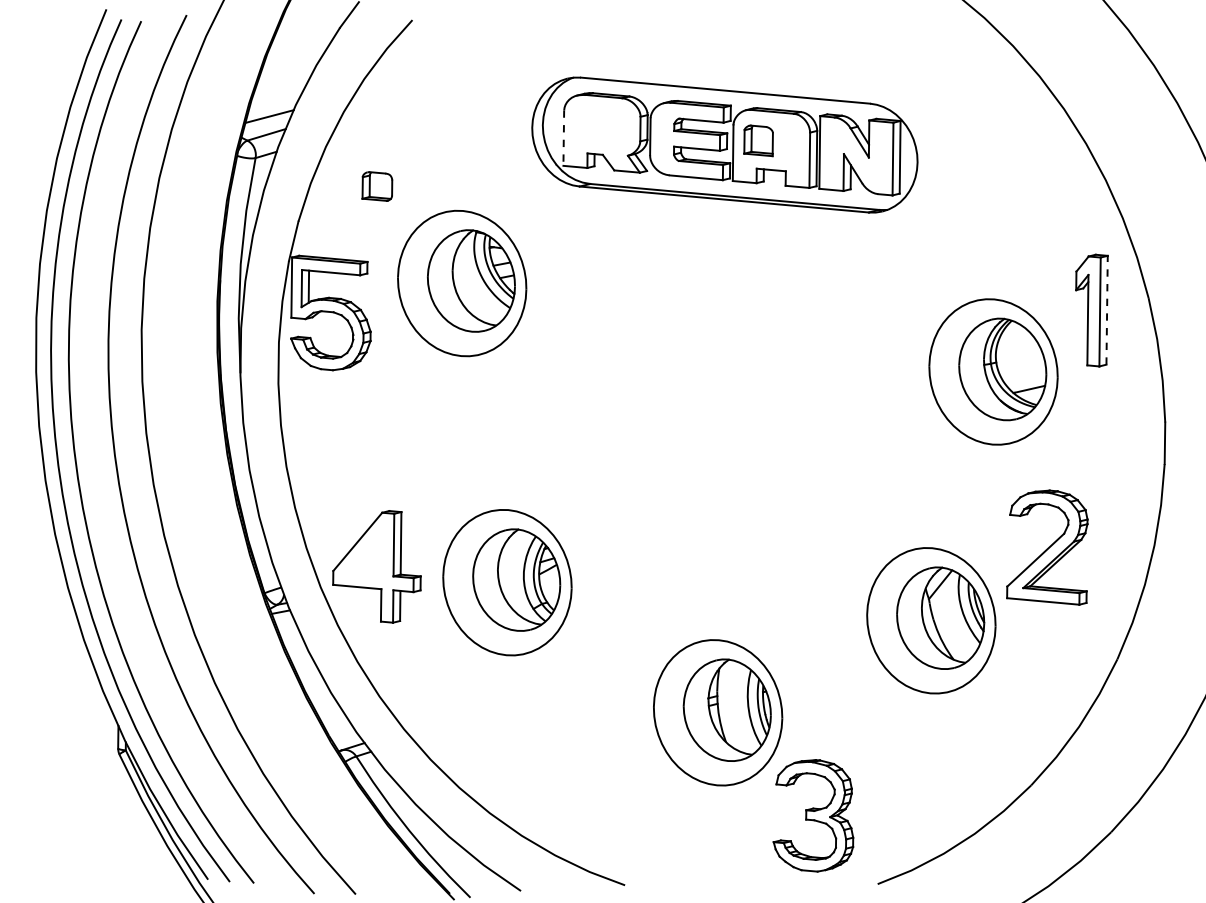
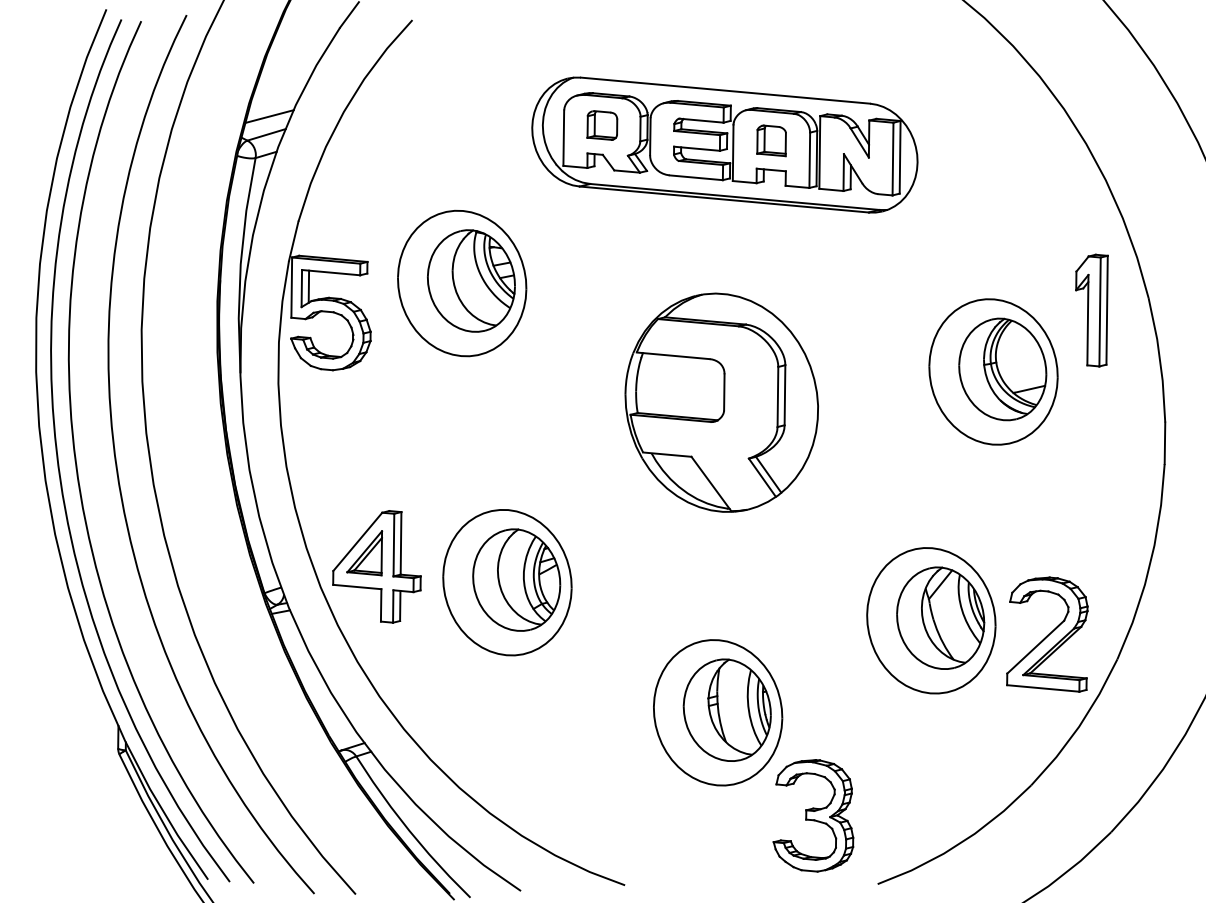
line at (563, 138): dashed -> solid
part at (758, 140) position: (758, 140) -> (771, 140)
part at (377, 186) position: (377, 186) -> (602, 125)
line at (1107, 309): dashed -> solid
part at (721, 402): none -> present
part at (1047, 547) position: (1047, 547) -> (1047, 634)
part at (364, 553): none -> present
